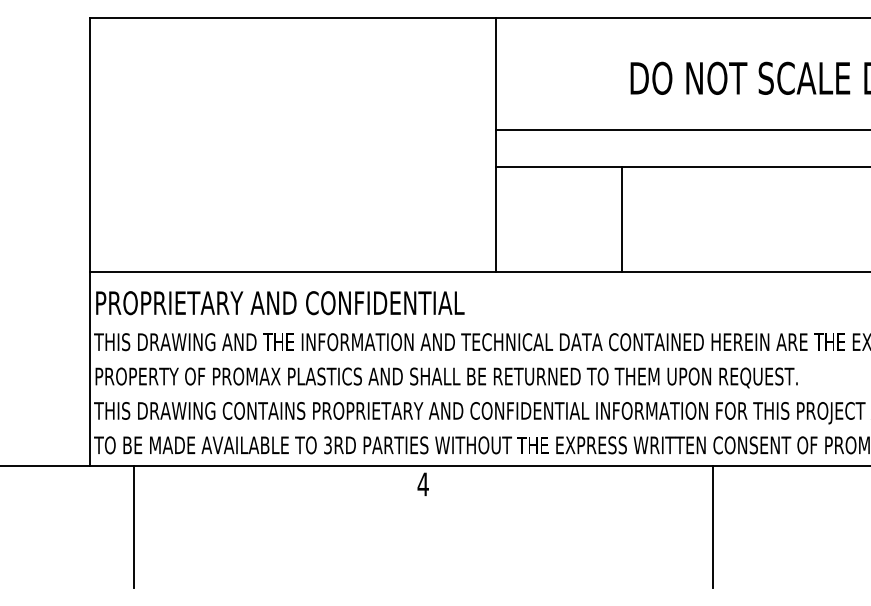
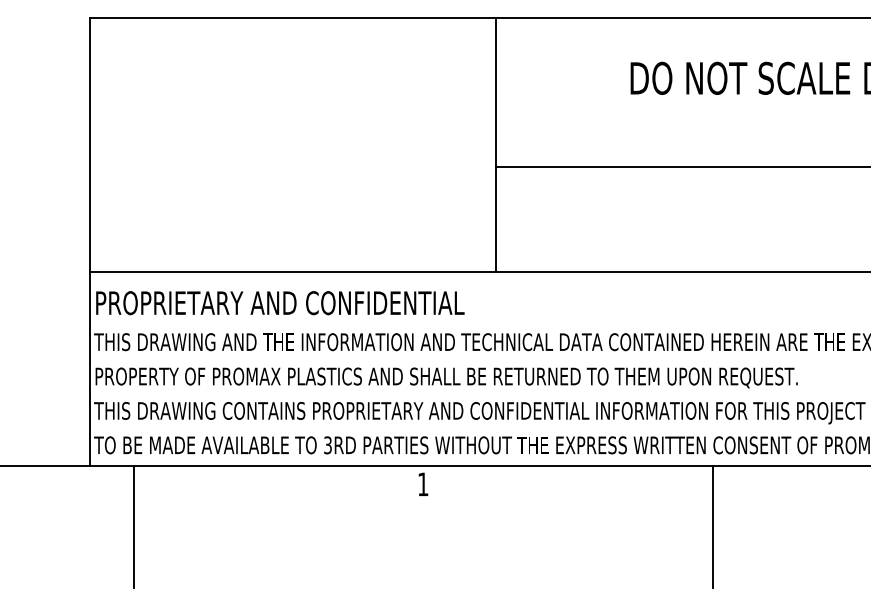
line at (681, 129): present -> none
line at (622, 219): present -> none
text at (422, 484): 4 -> 1
